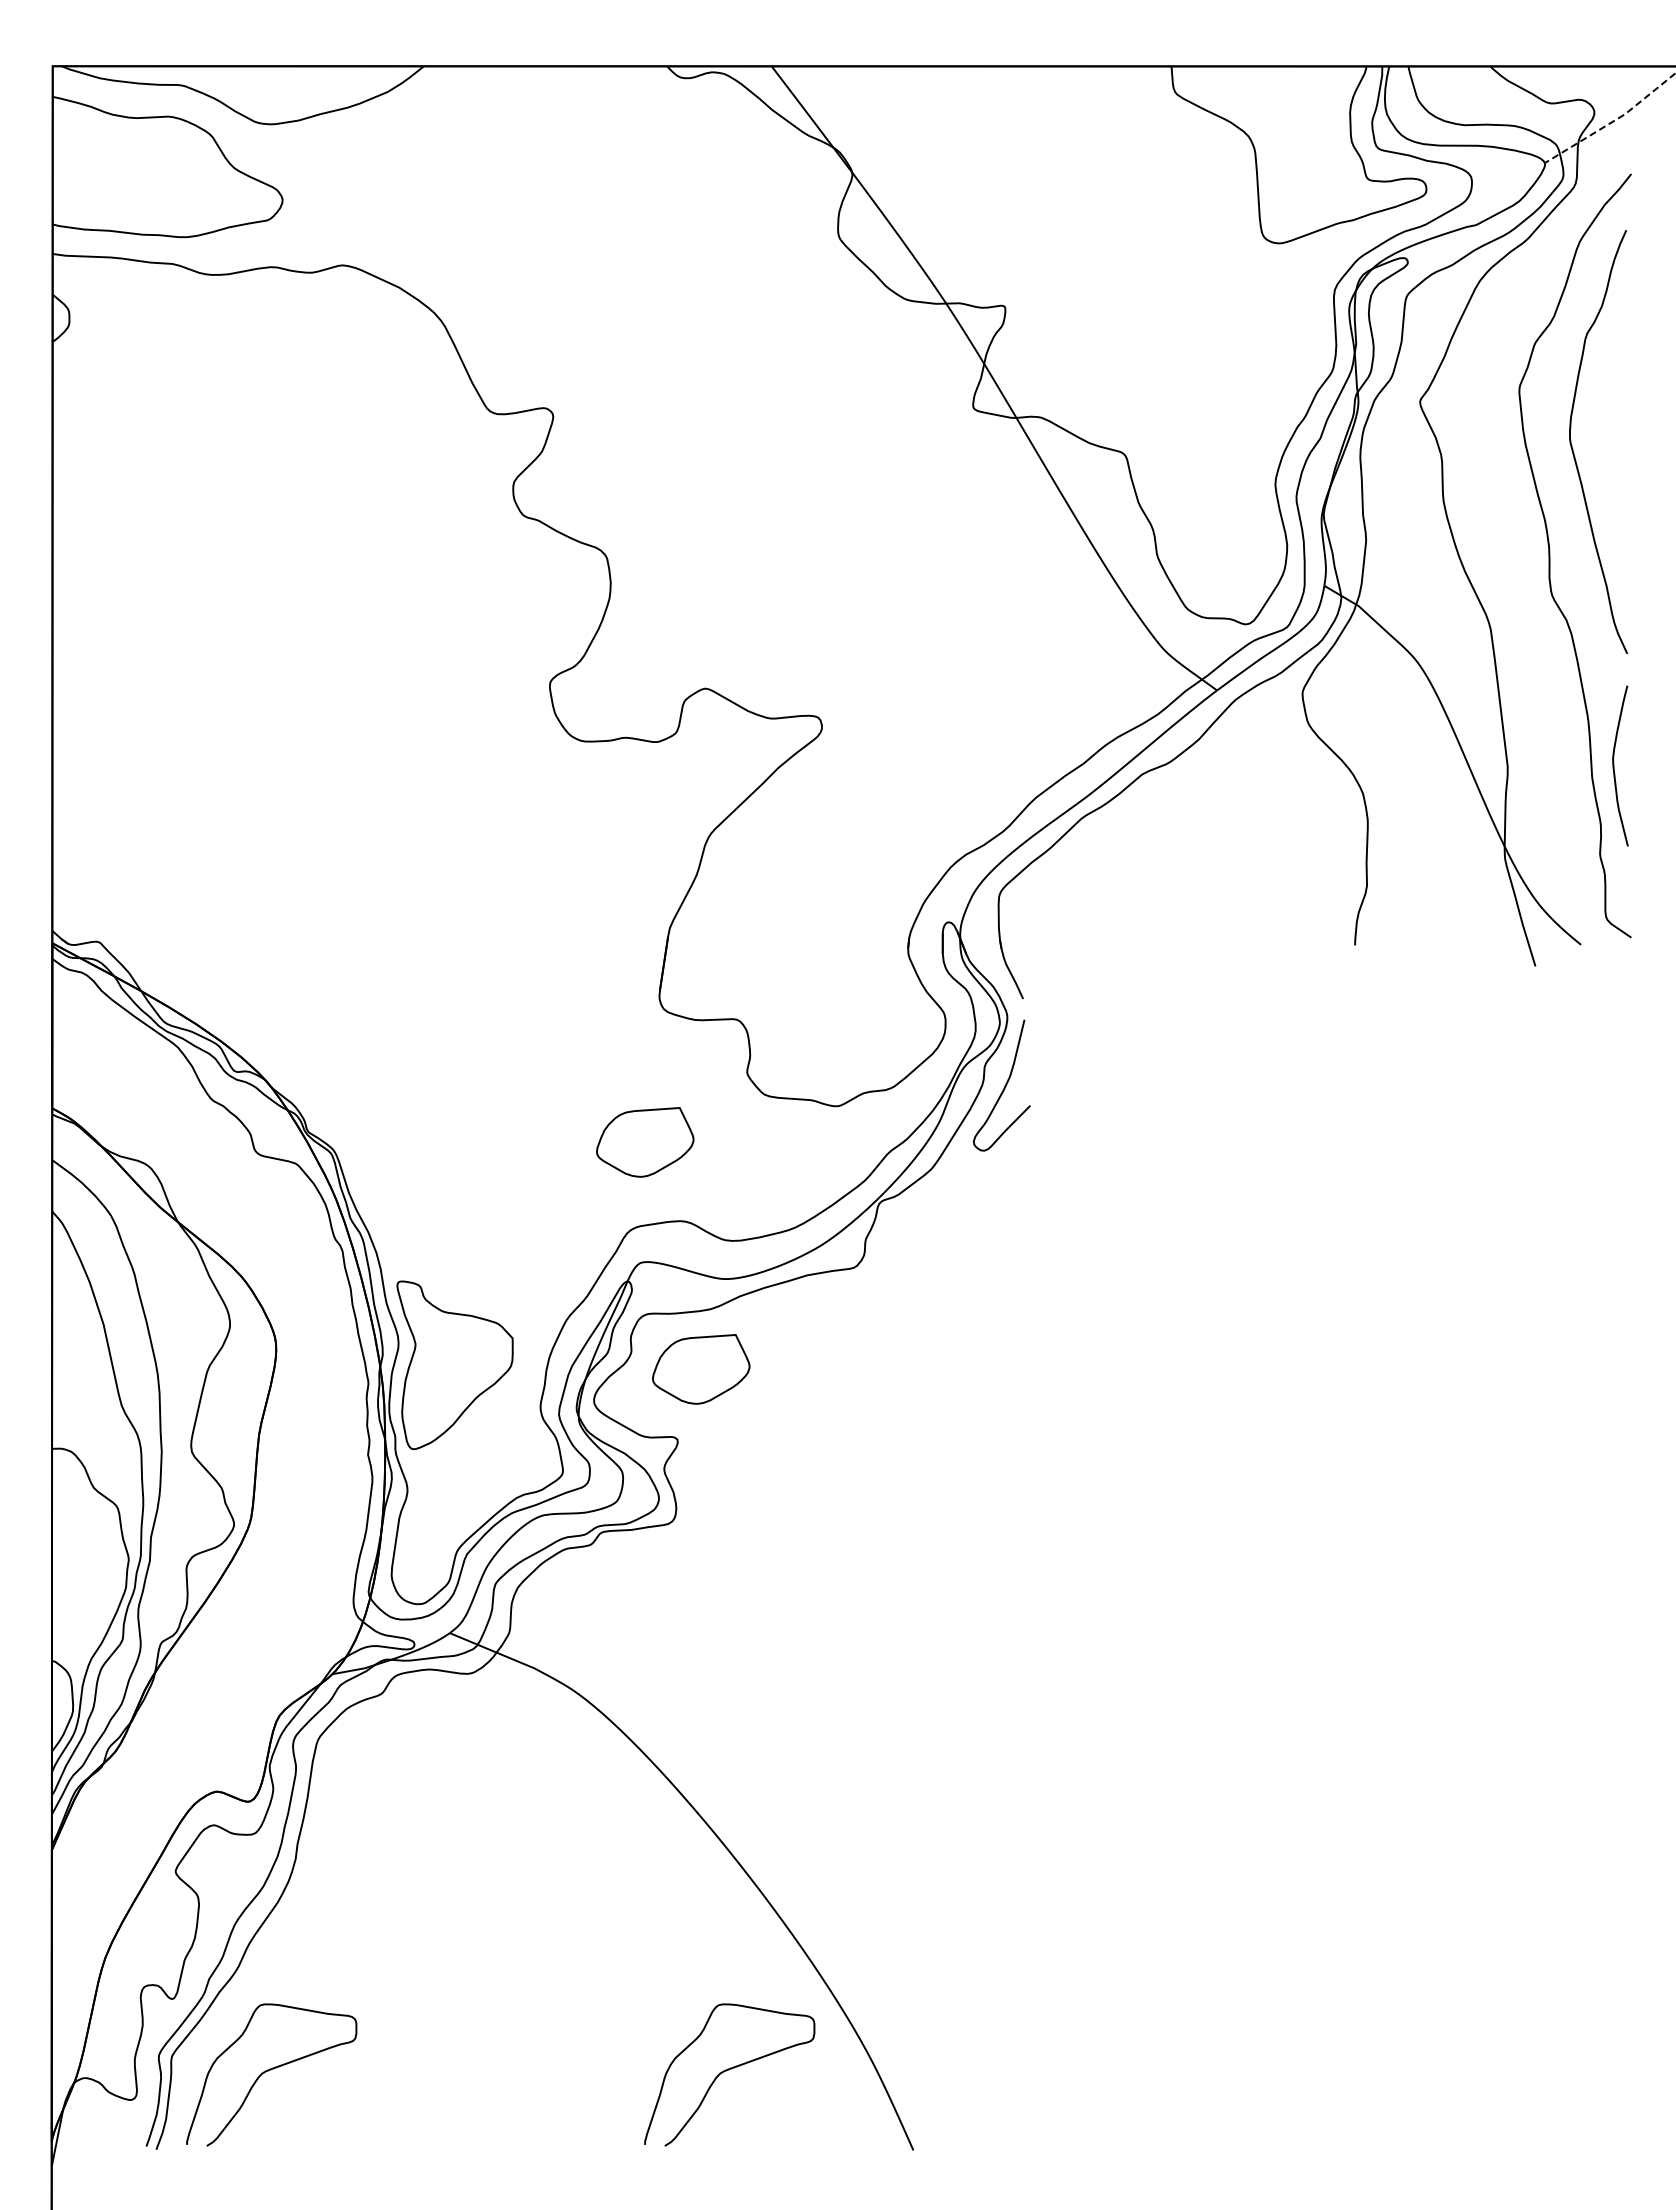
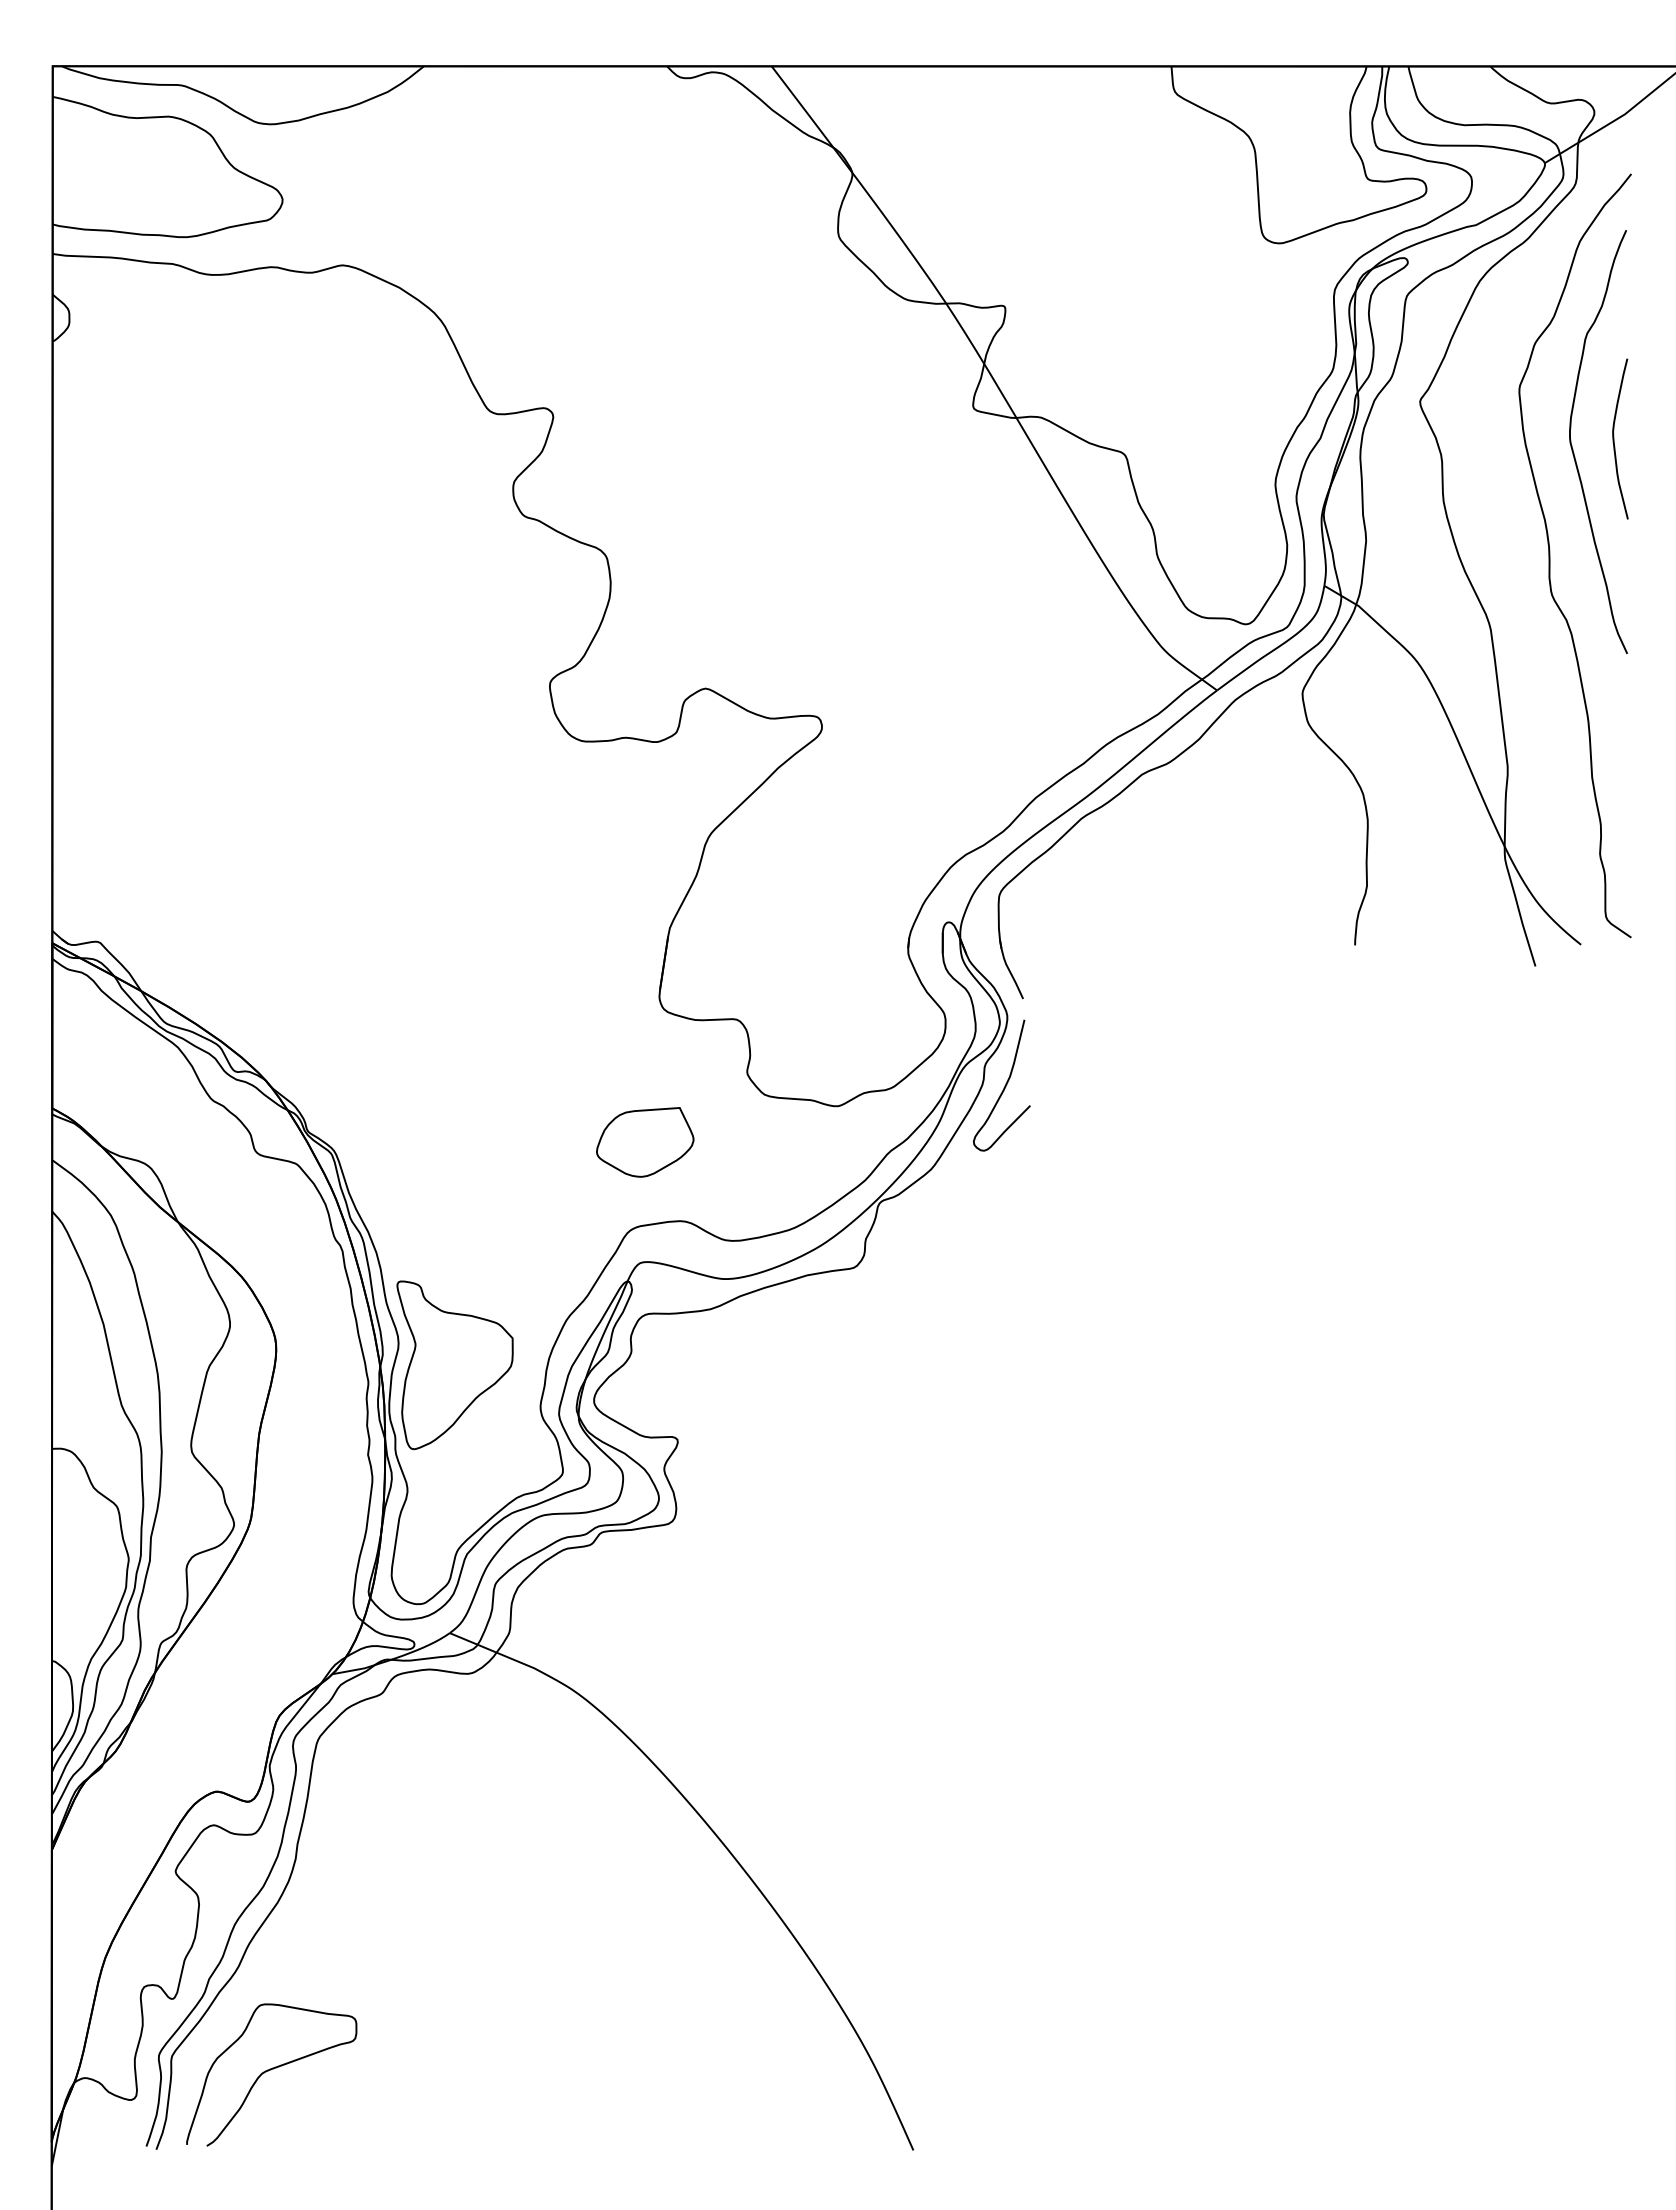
line at (1613, 121): dashed -> solid
curve at (1614, 765) position: (1614, 765) -> (1614, 438)
part at (701, 1369): present -> none
curve at (729, 2070): present -> none
